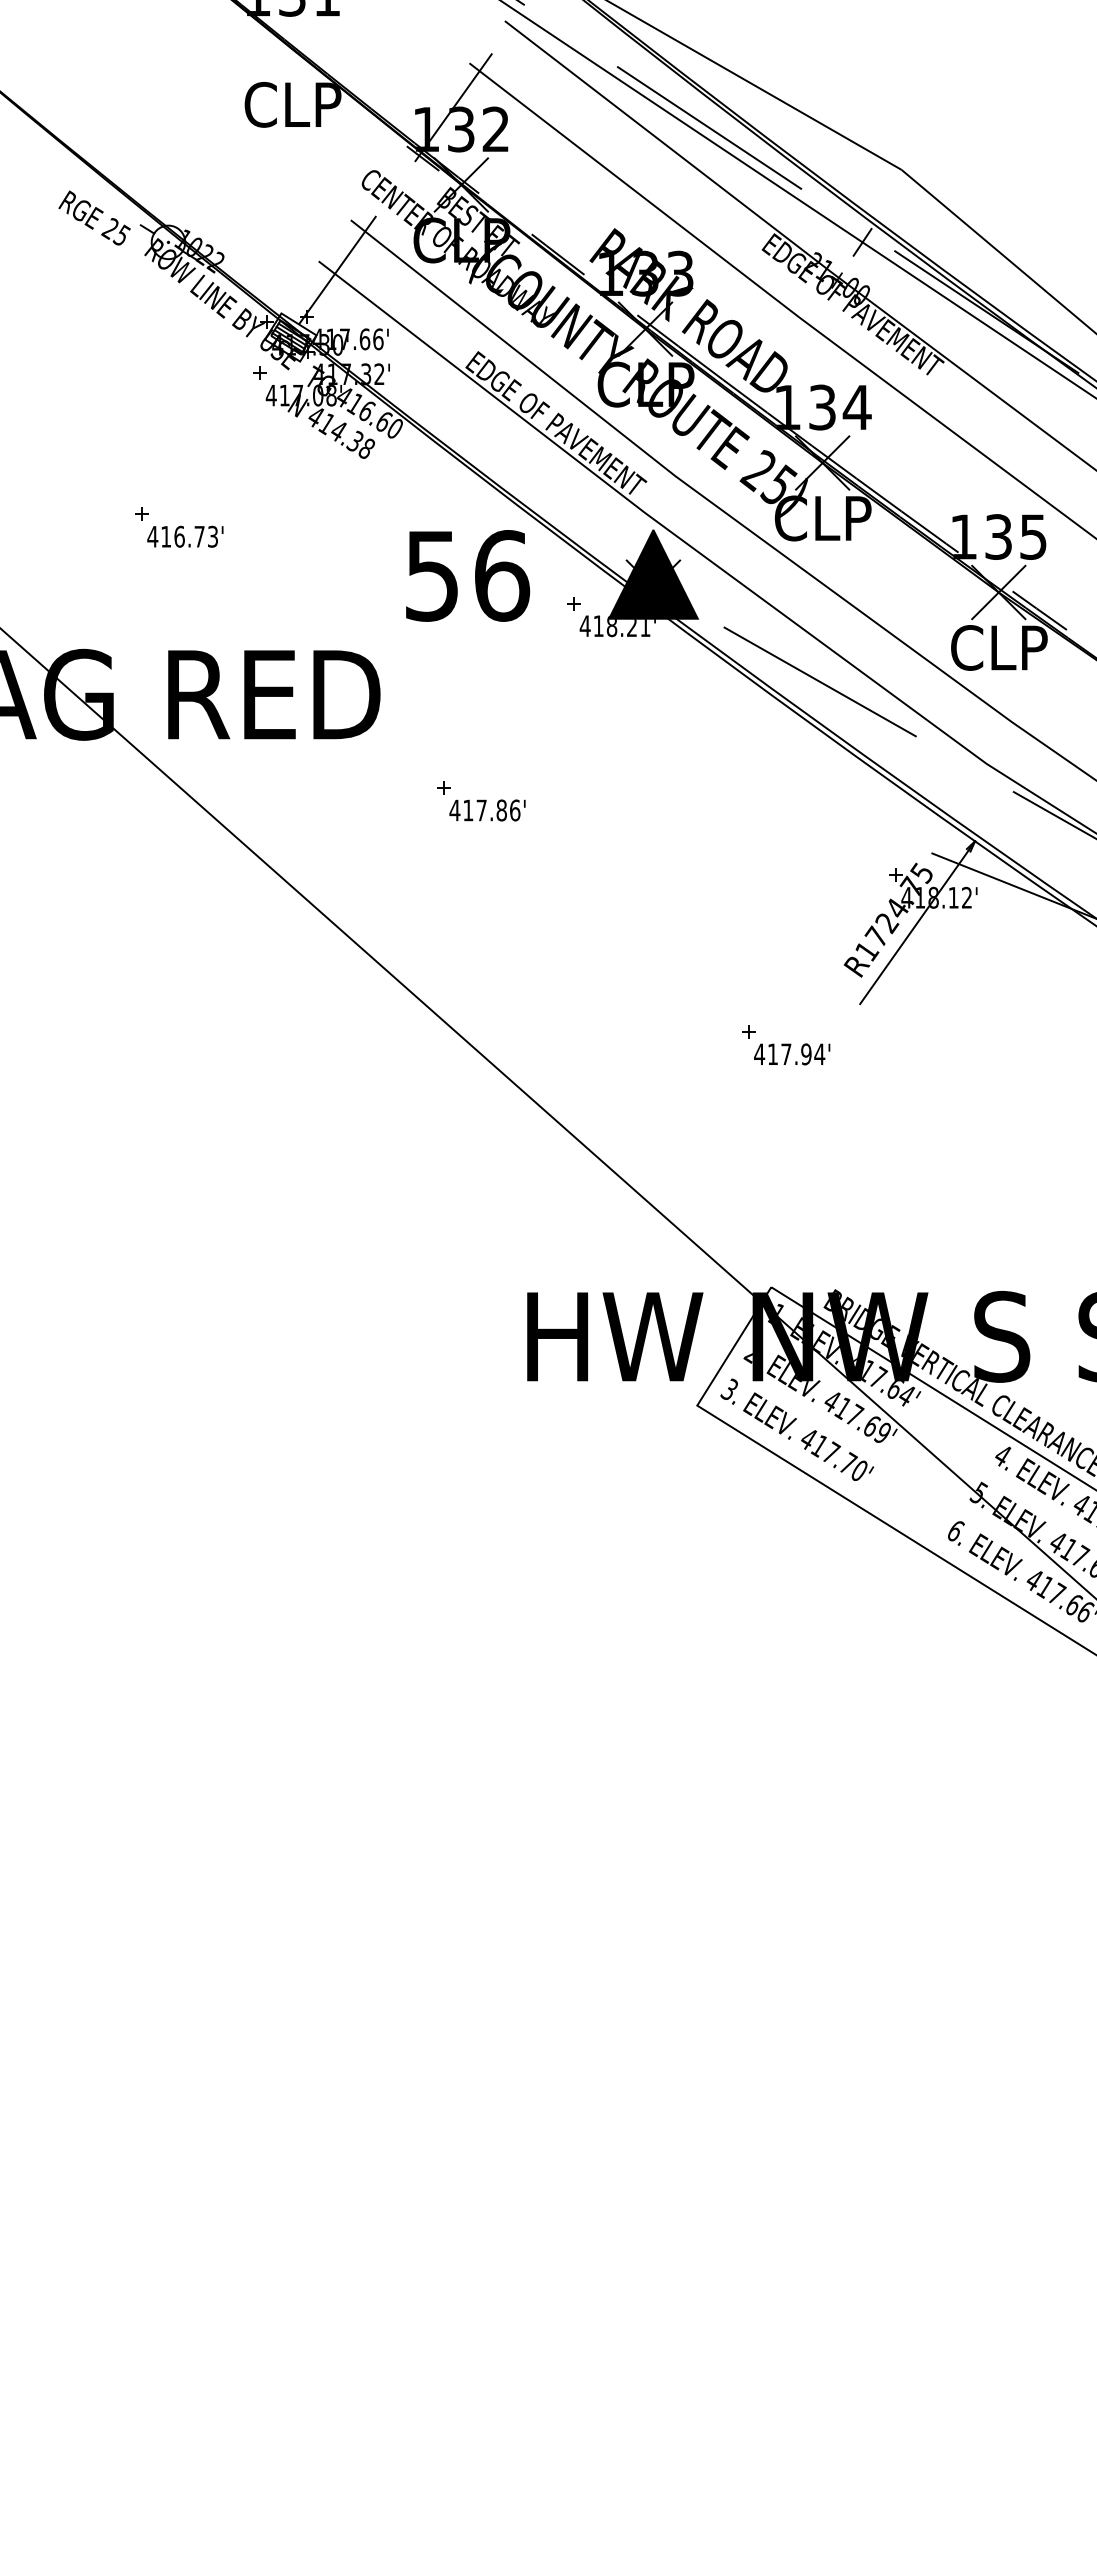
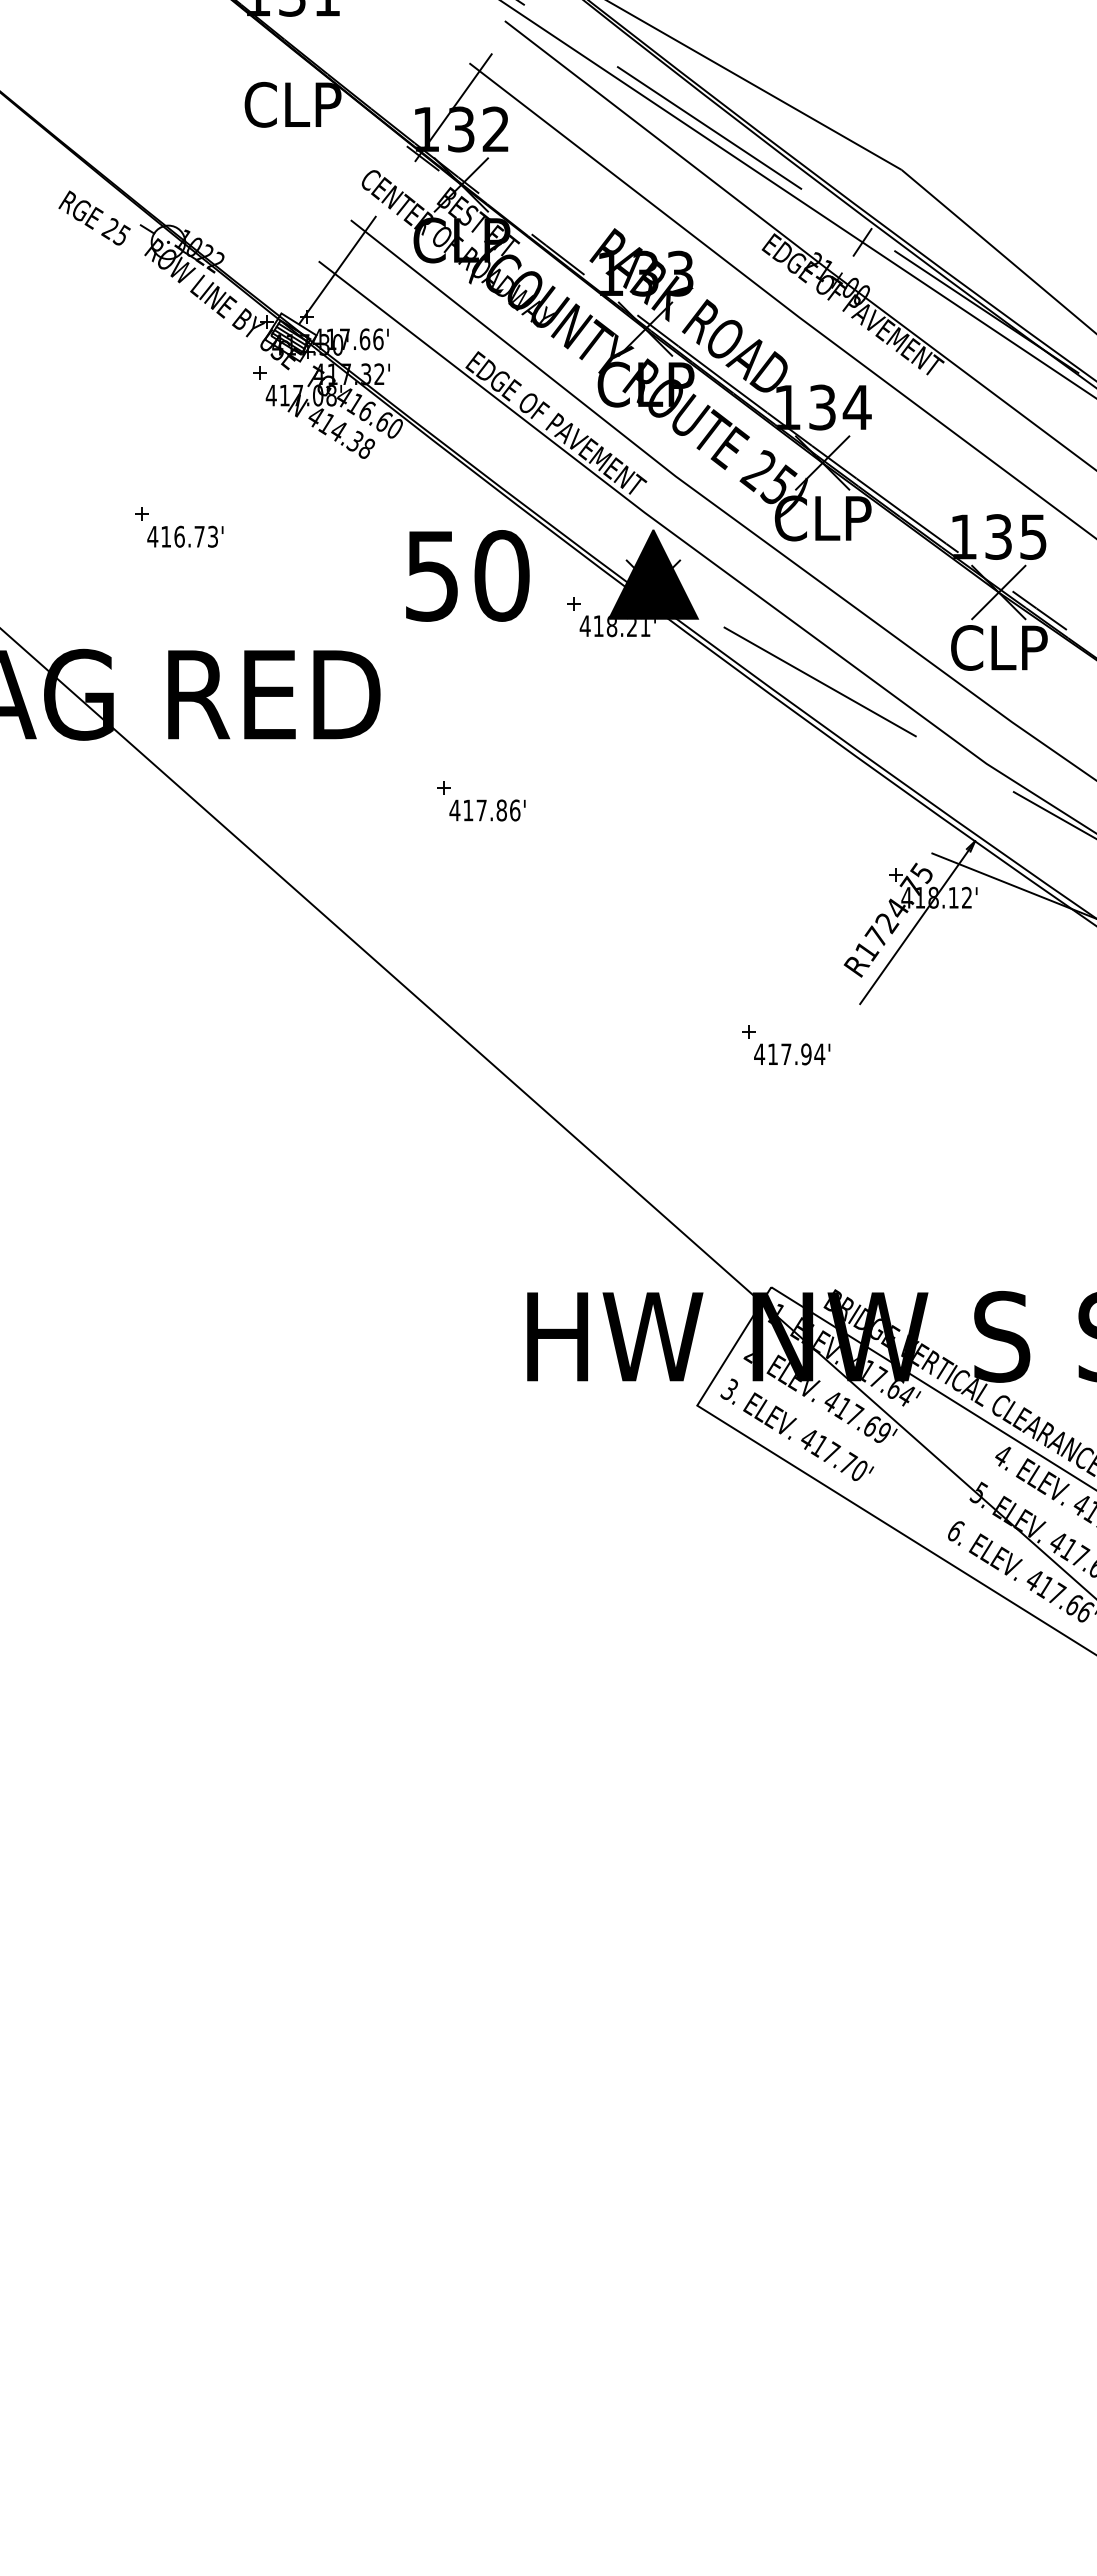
text at (502, 575): 56 -> 50
